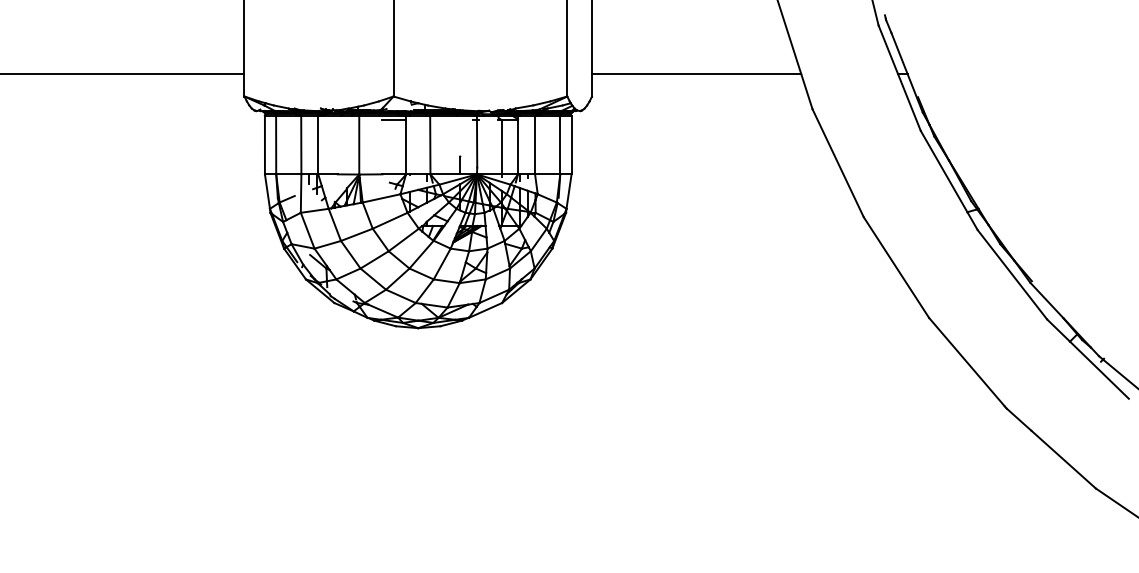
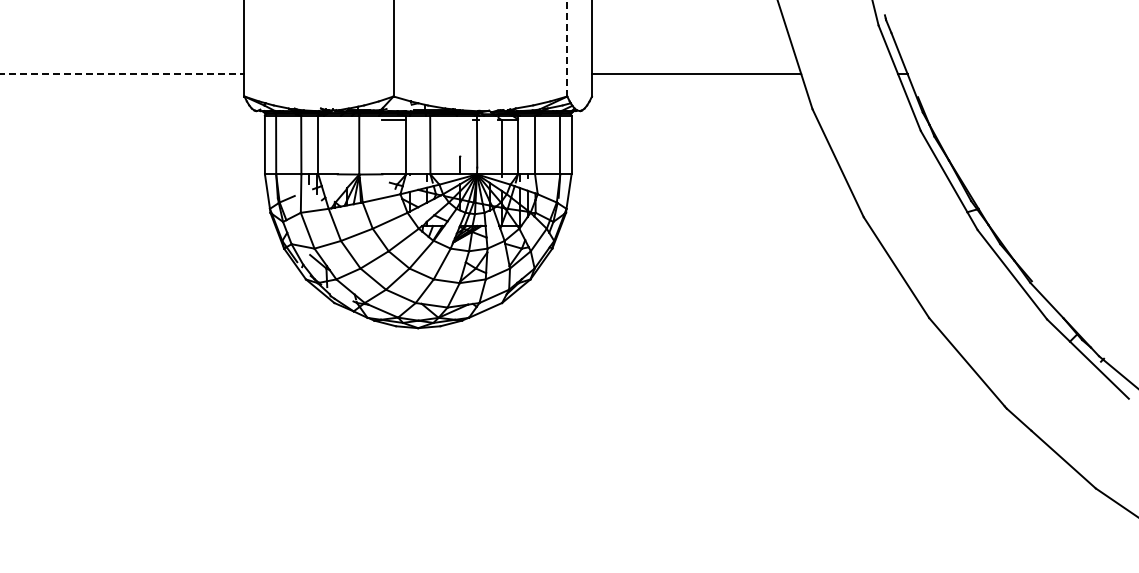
line at (567, 48): solid -> dashed
line at (122, 74): solid -> dashed
